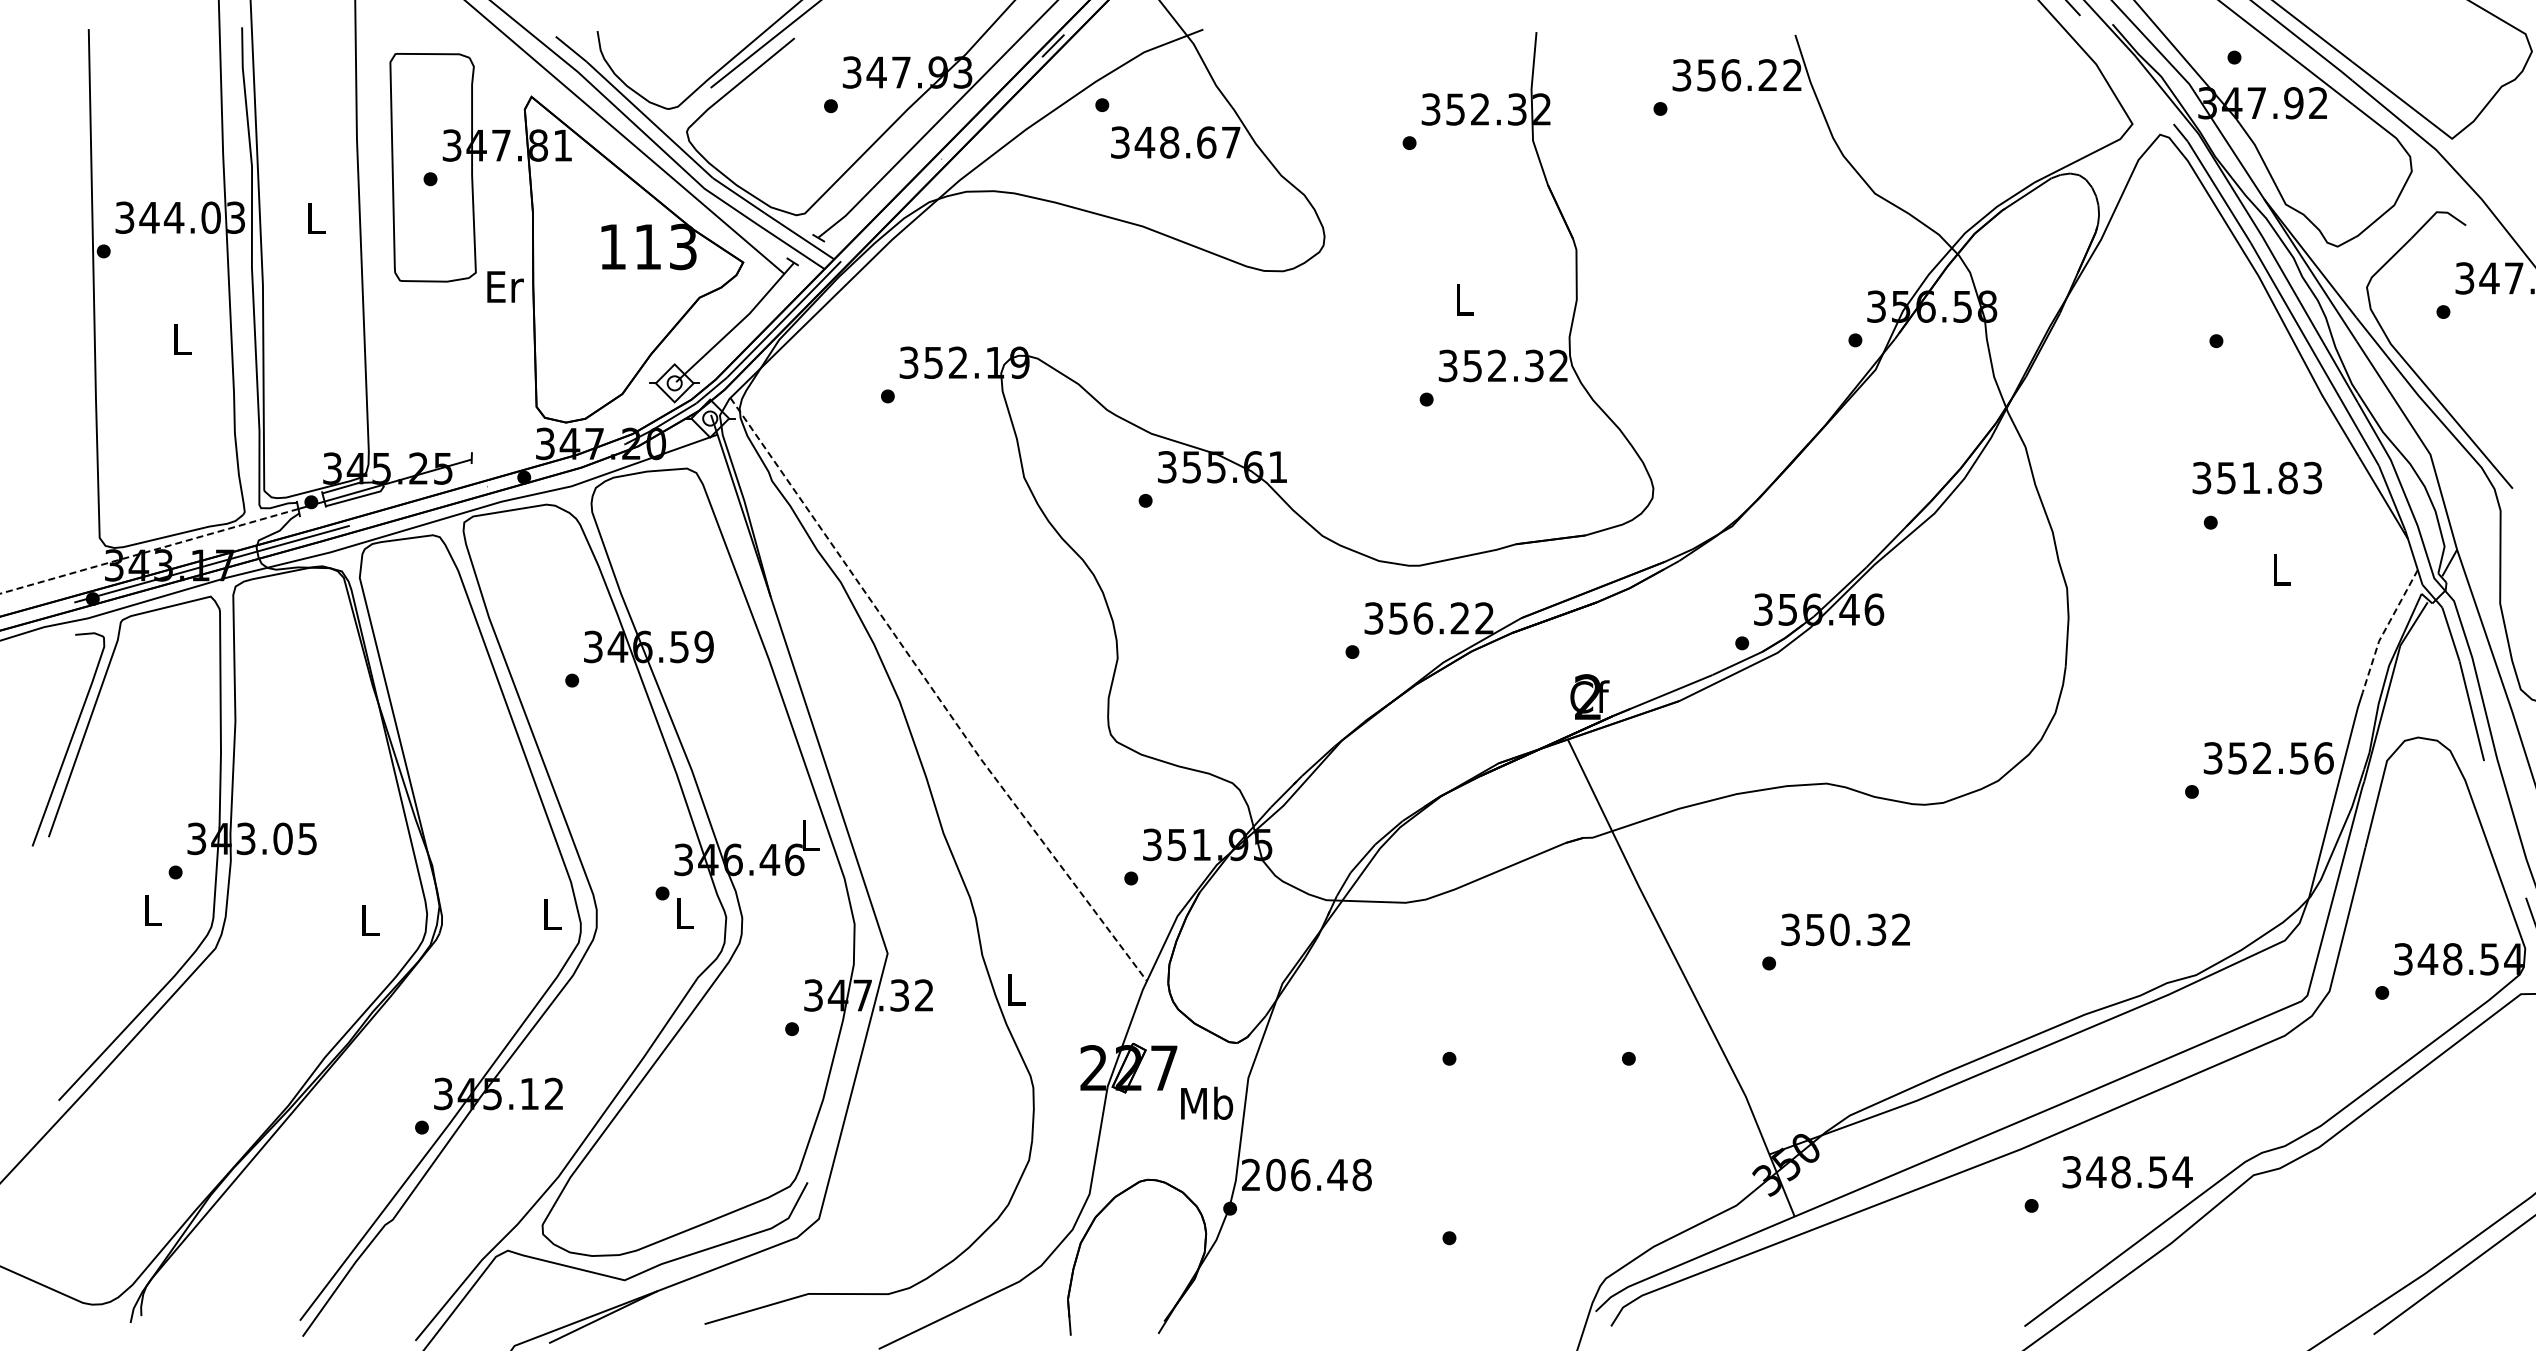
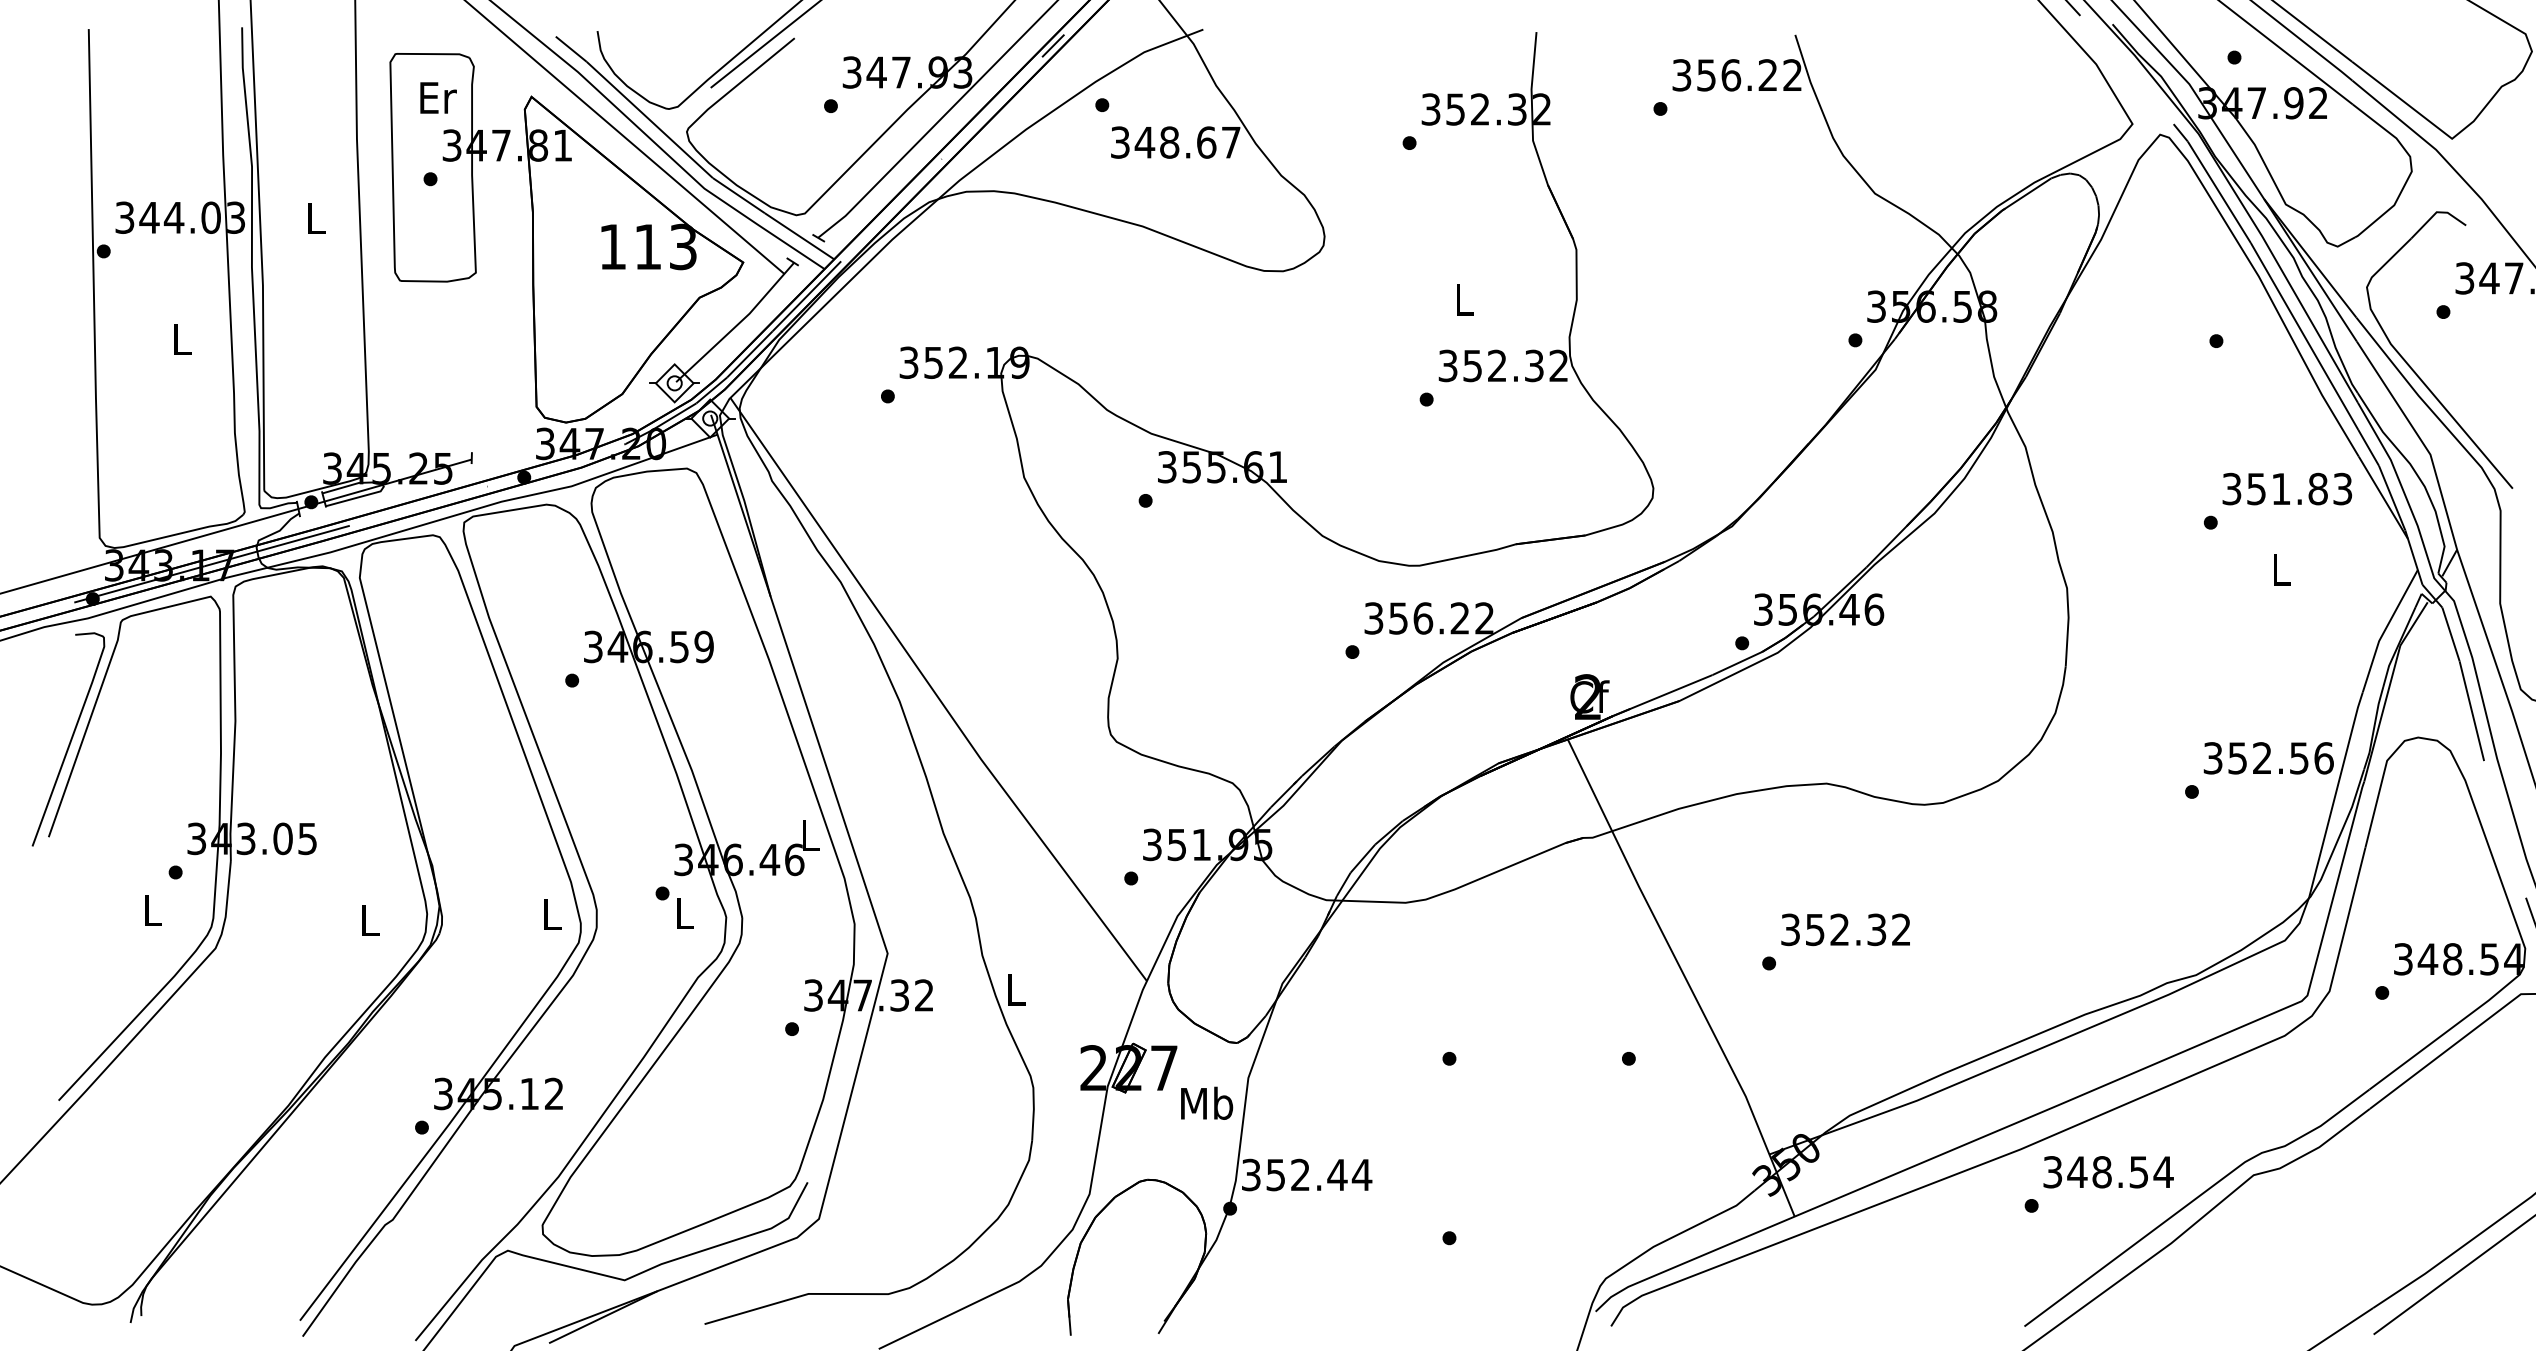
text at (505, 286) position: (505, 286) -> (438, 97)
text at (2257, 477) position: (2257, 477) -> (2287, 488)
line at (148, 551): dashed -> solid
line at (2385, 629): dashed -> solid
line at (935, 692): dashed -> solid
text at (1839, 929): 350.32 -> 352.32
text at (2127, 1172) position: (2127, 1172) -> (2108, 1172)
text at (1307, 1174): 206.48 -> 352.44
